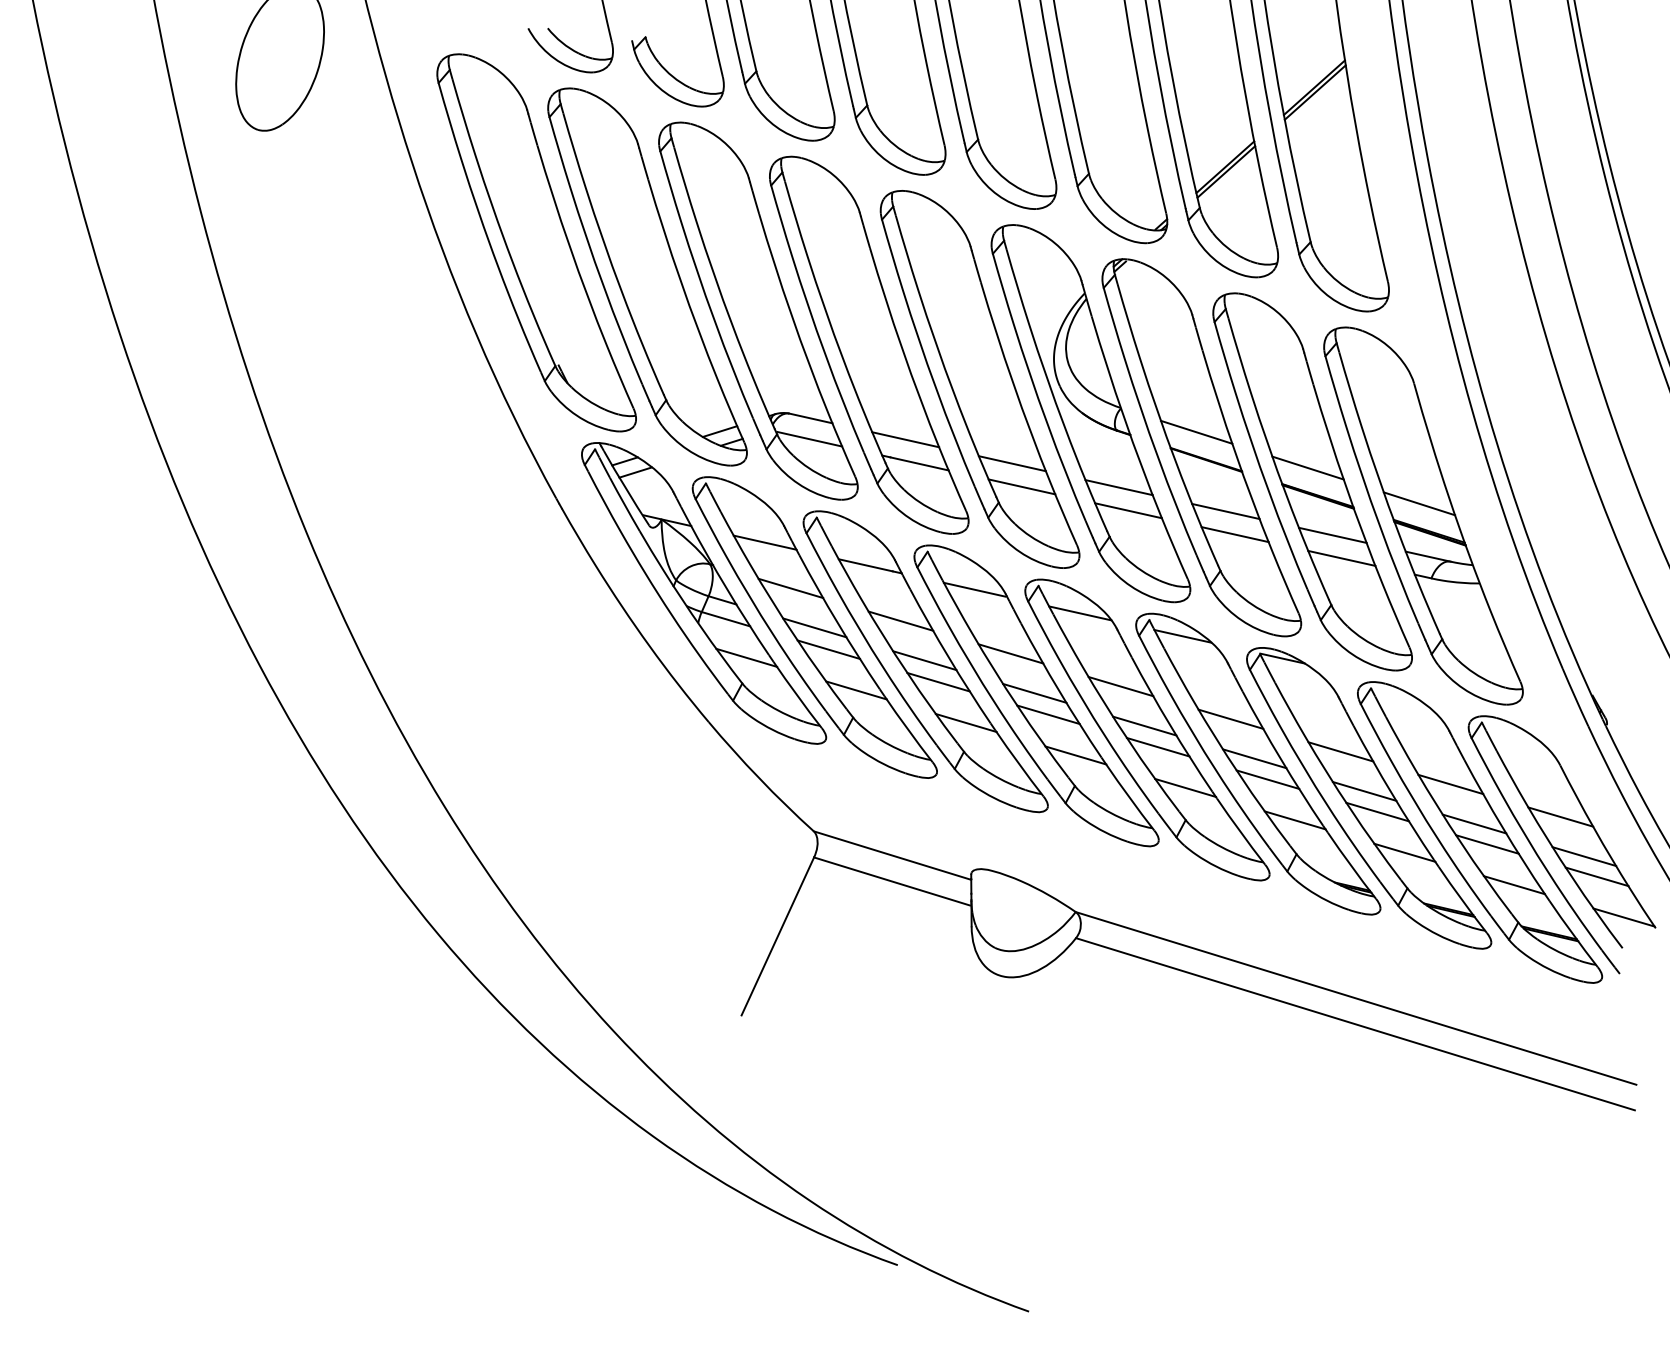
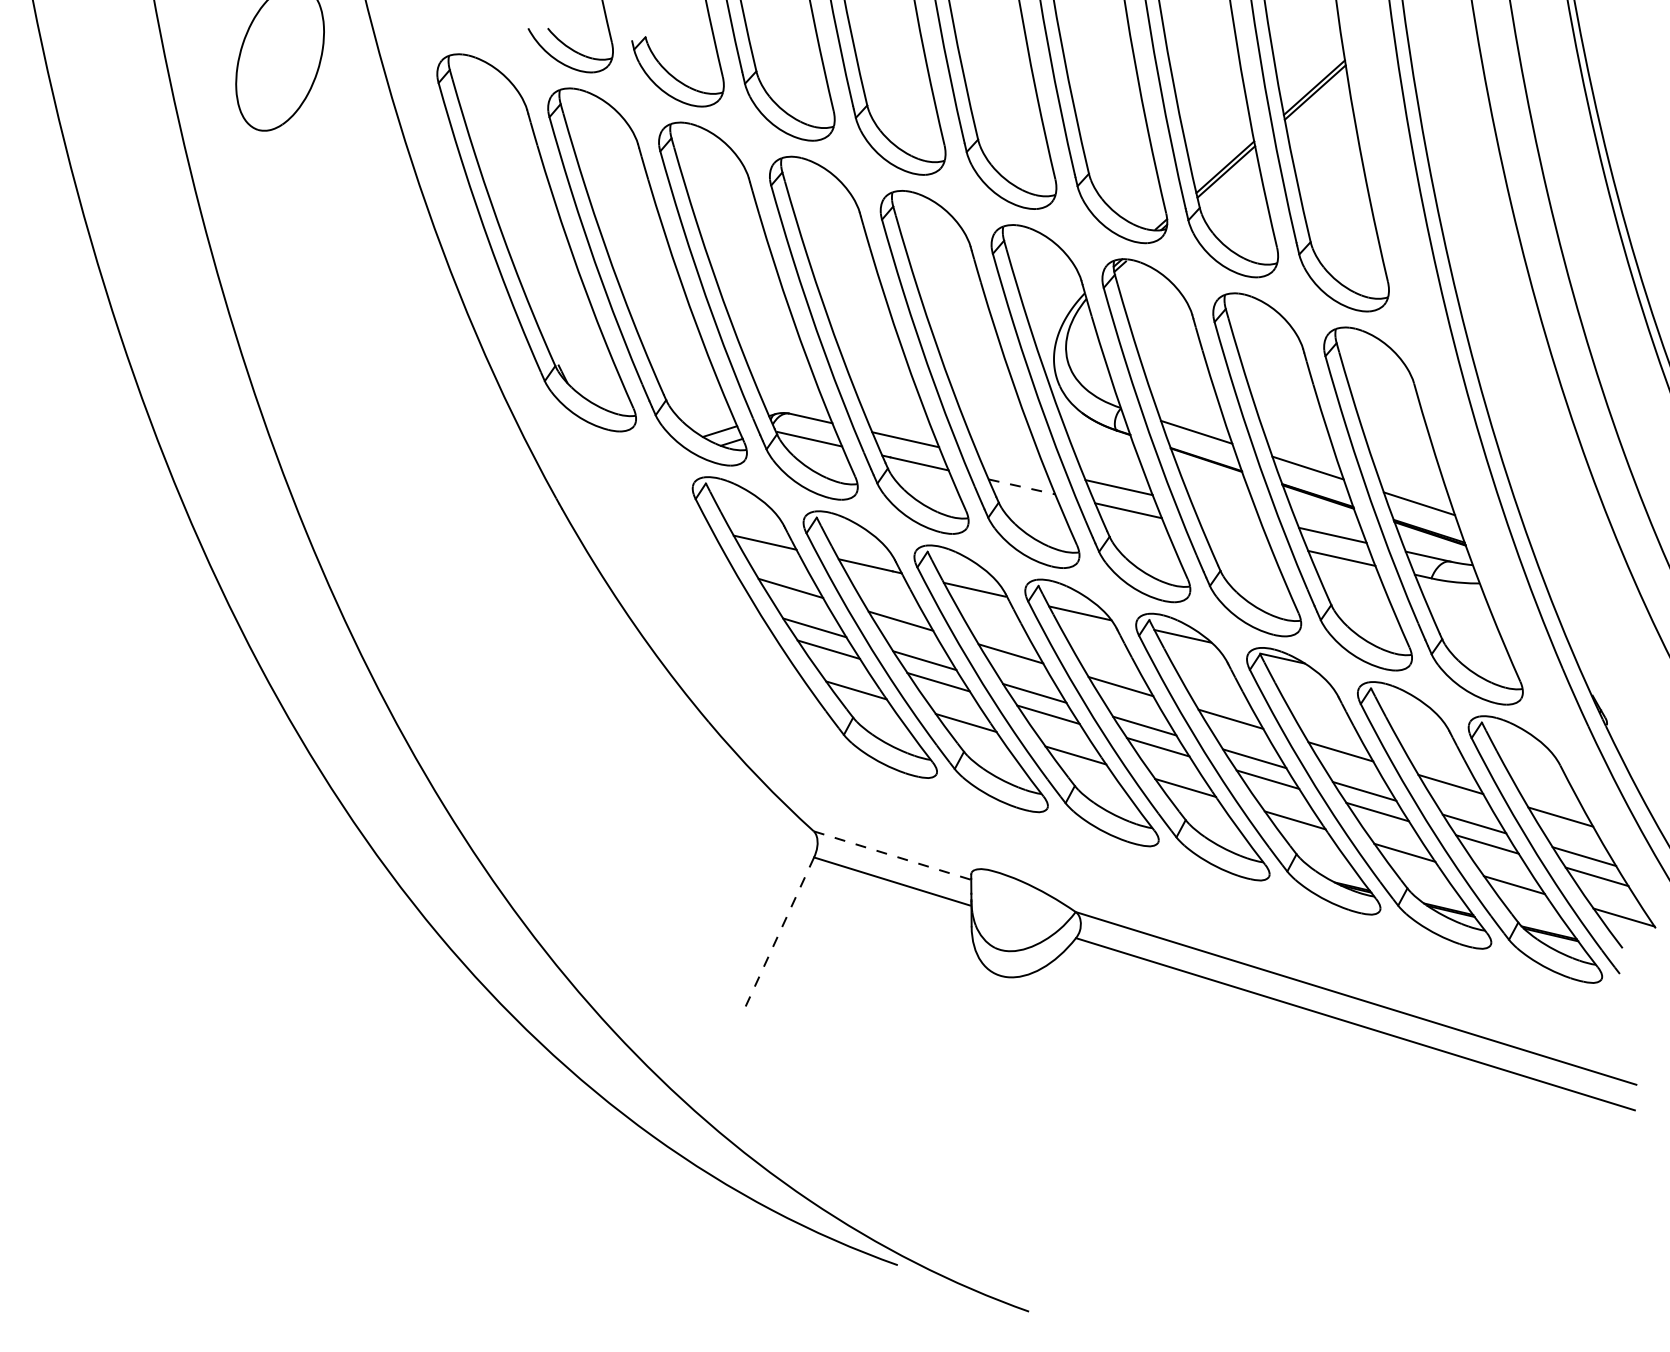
line at (1011, 463): present -> none
line at (1022, 487): solid -> dashed
line at (1225, 511): present -> none
line at (1234, 534): present -> none
part at (704, 593): present -> none
line at (893, 855): solid -> dashed
line at (777, 936): solid -> dashed
